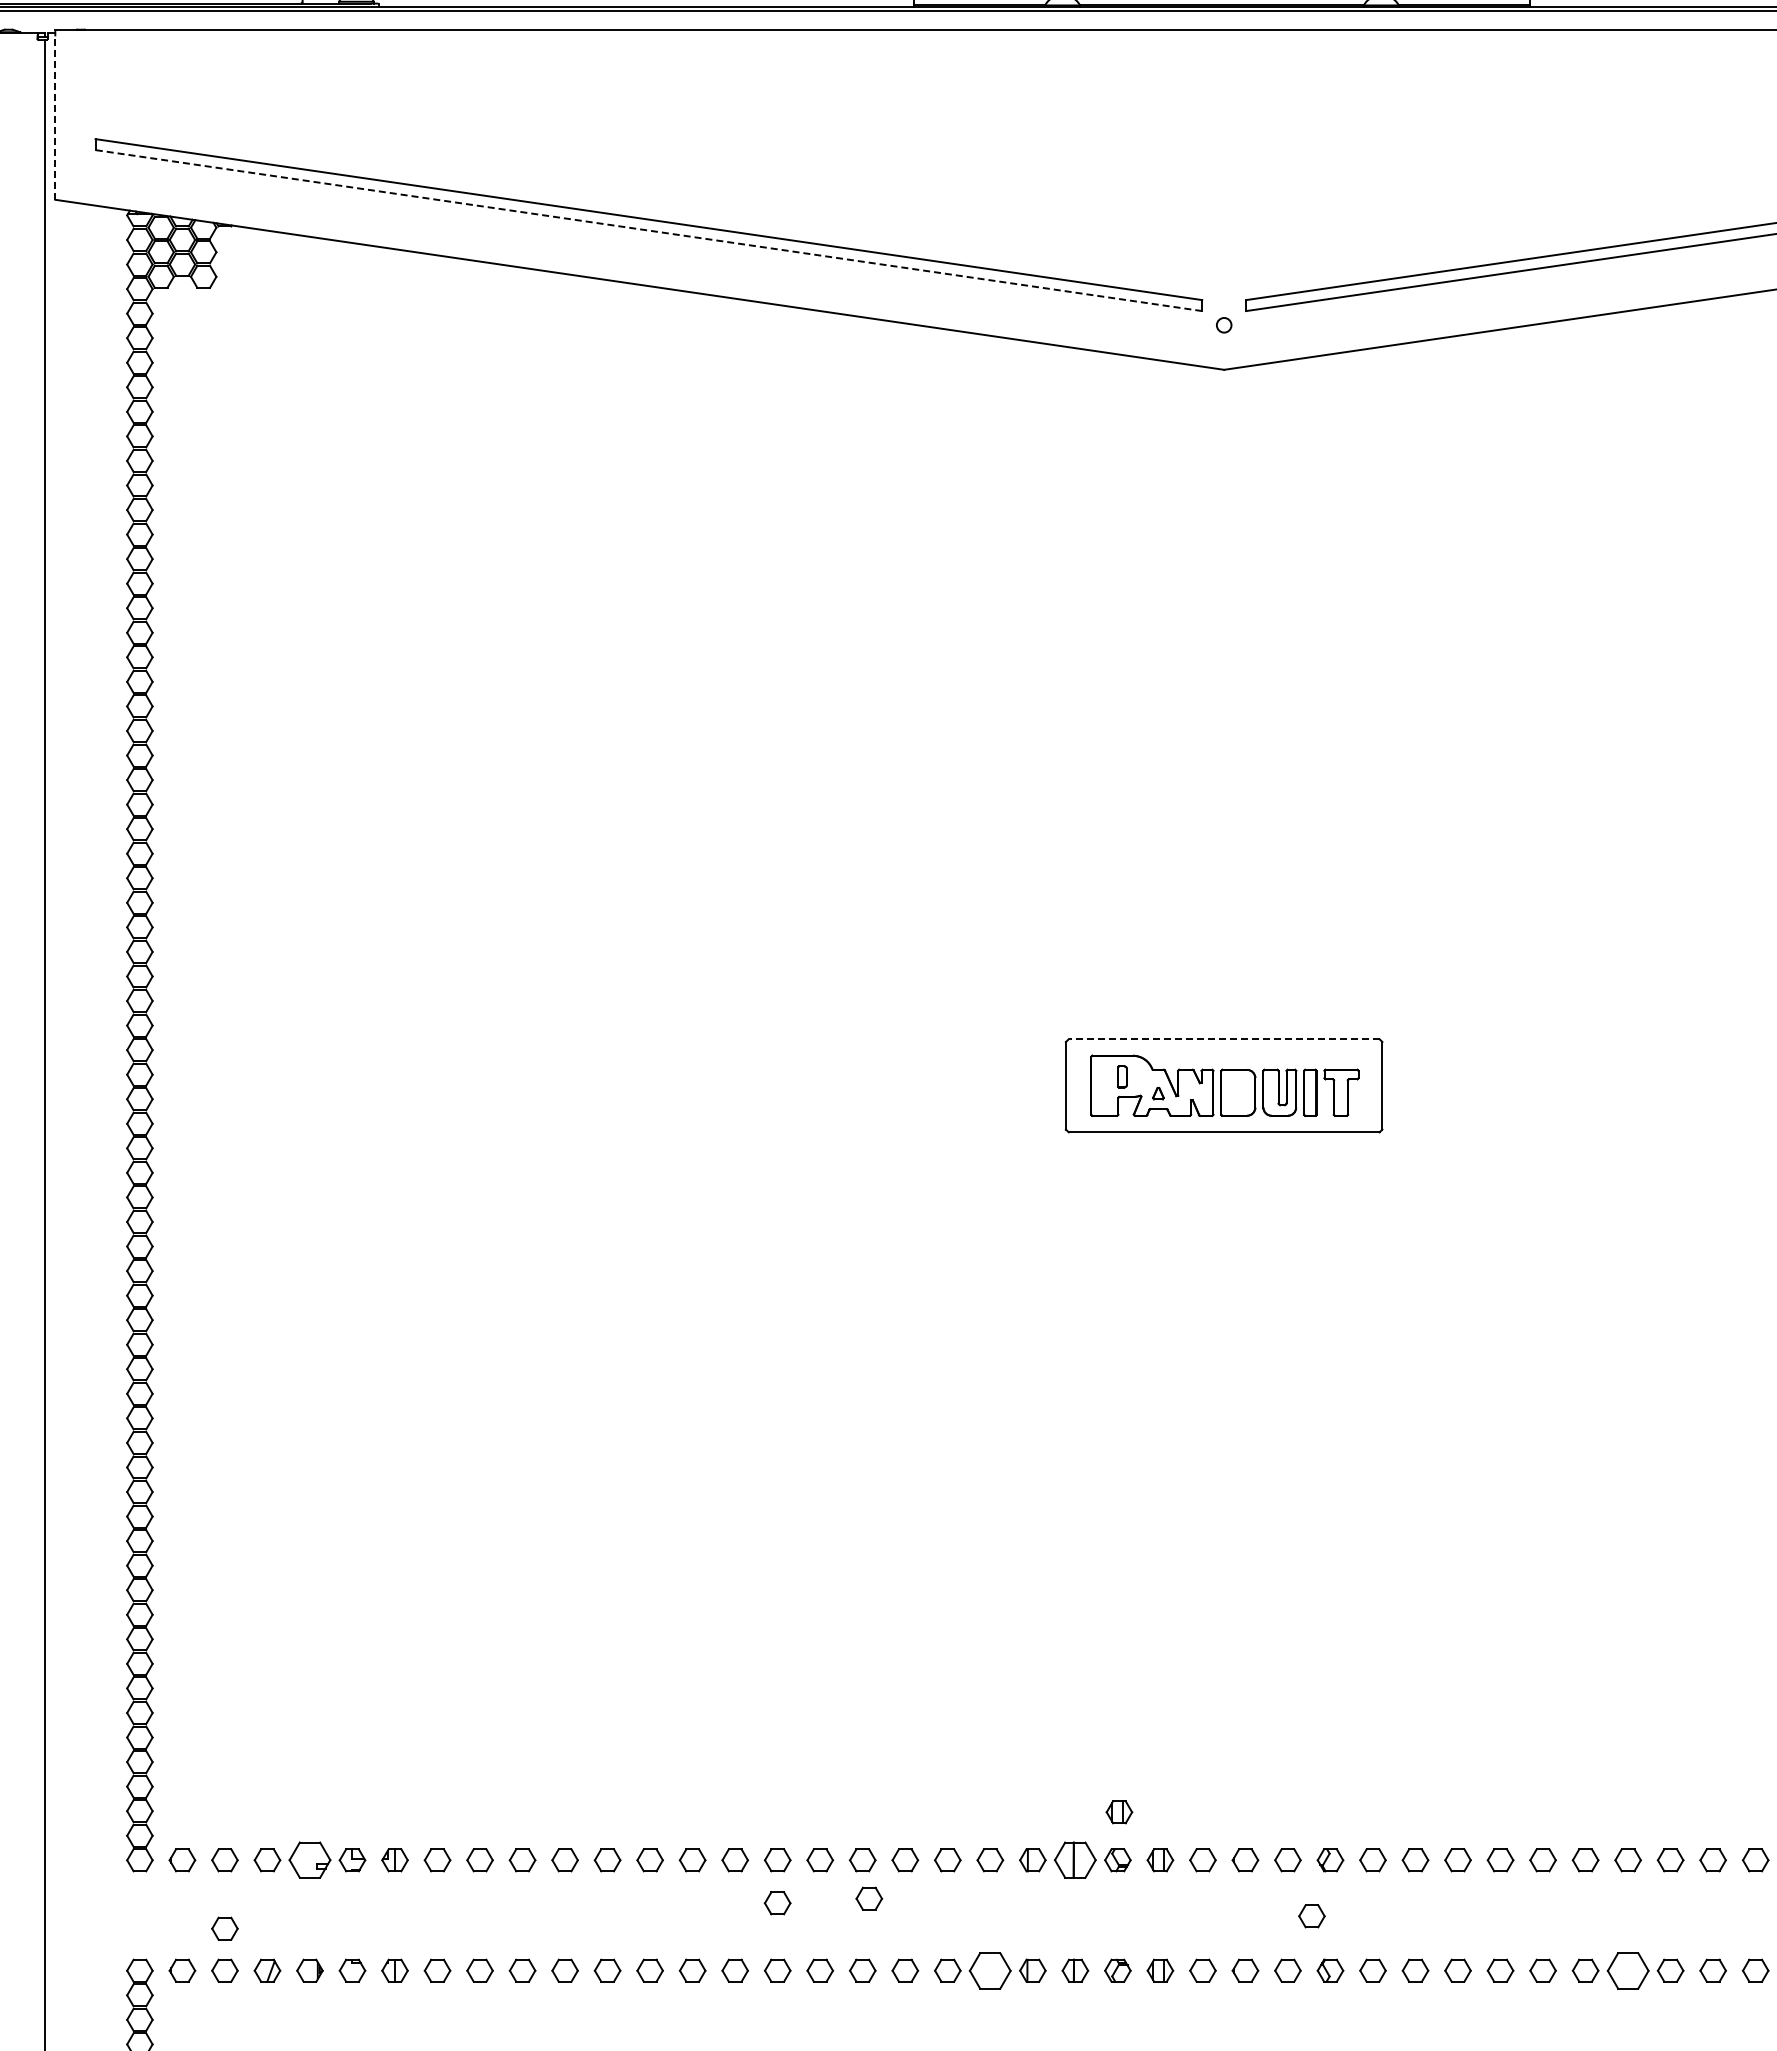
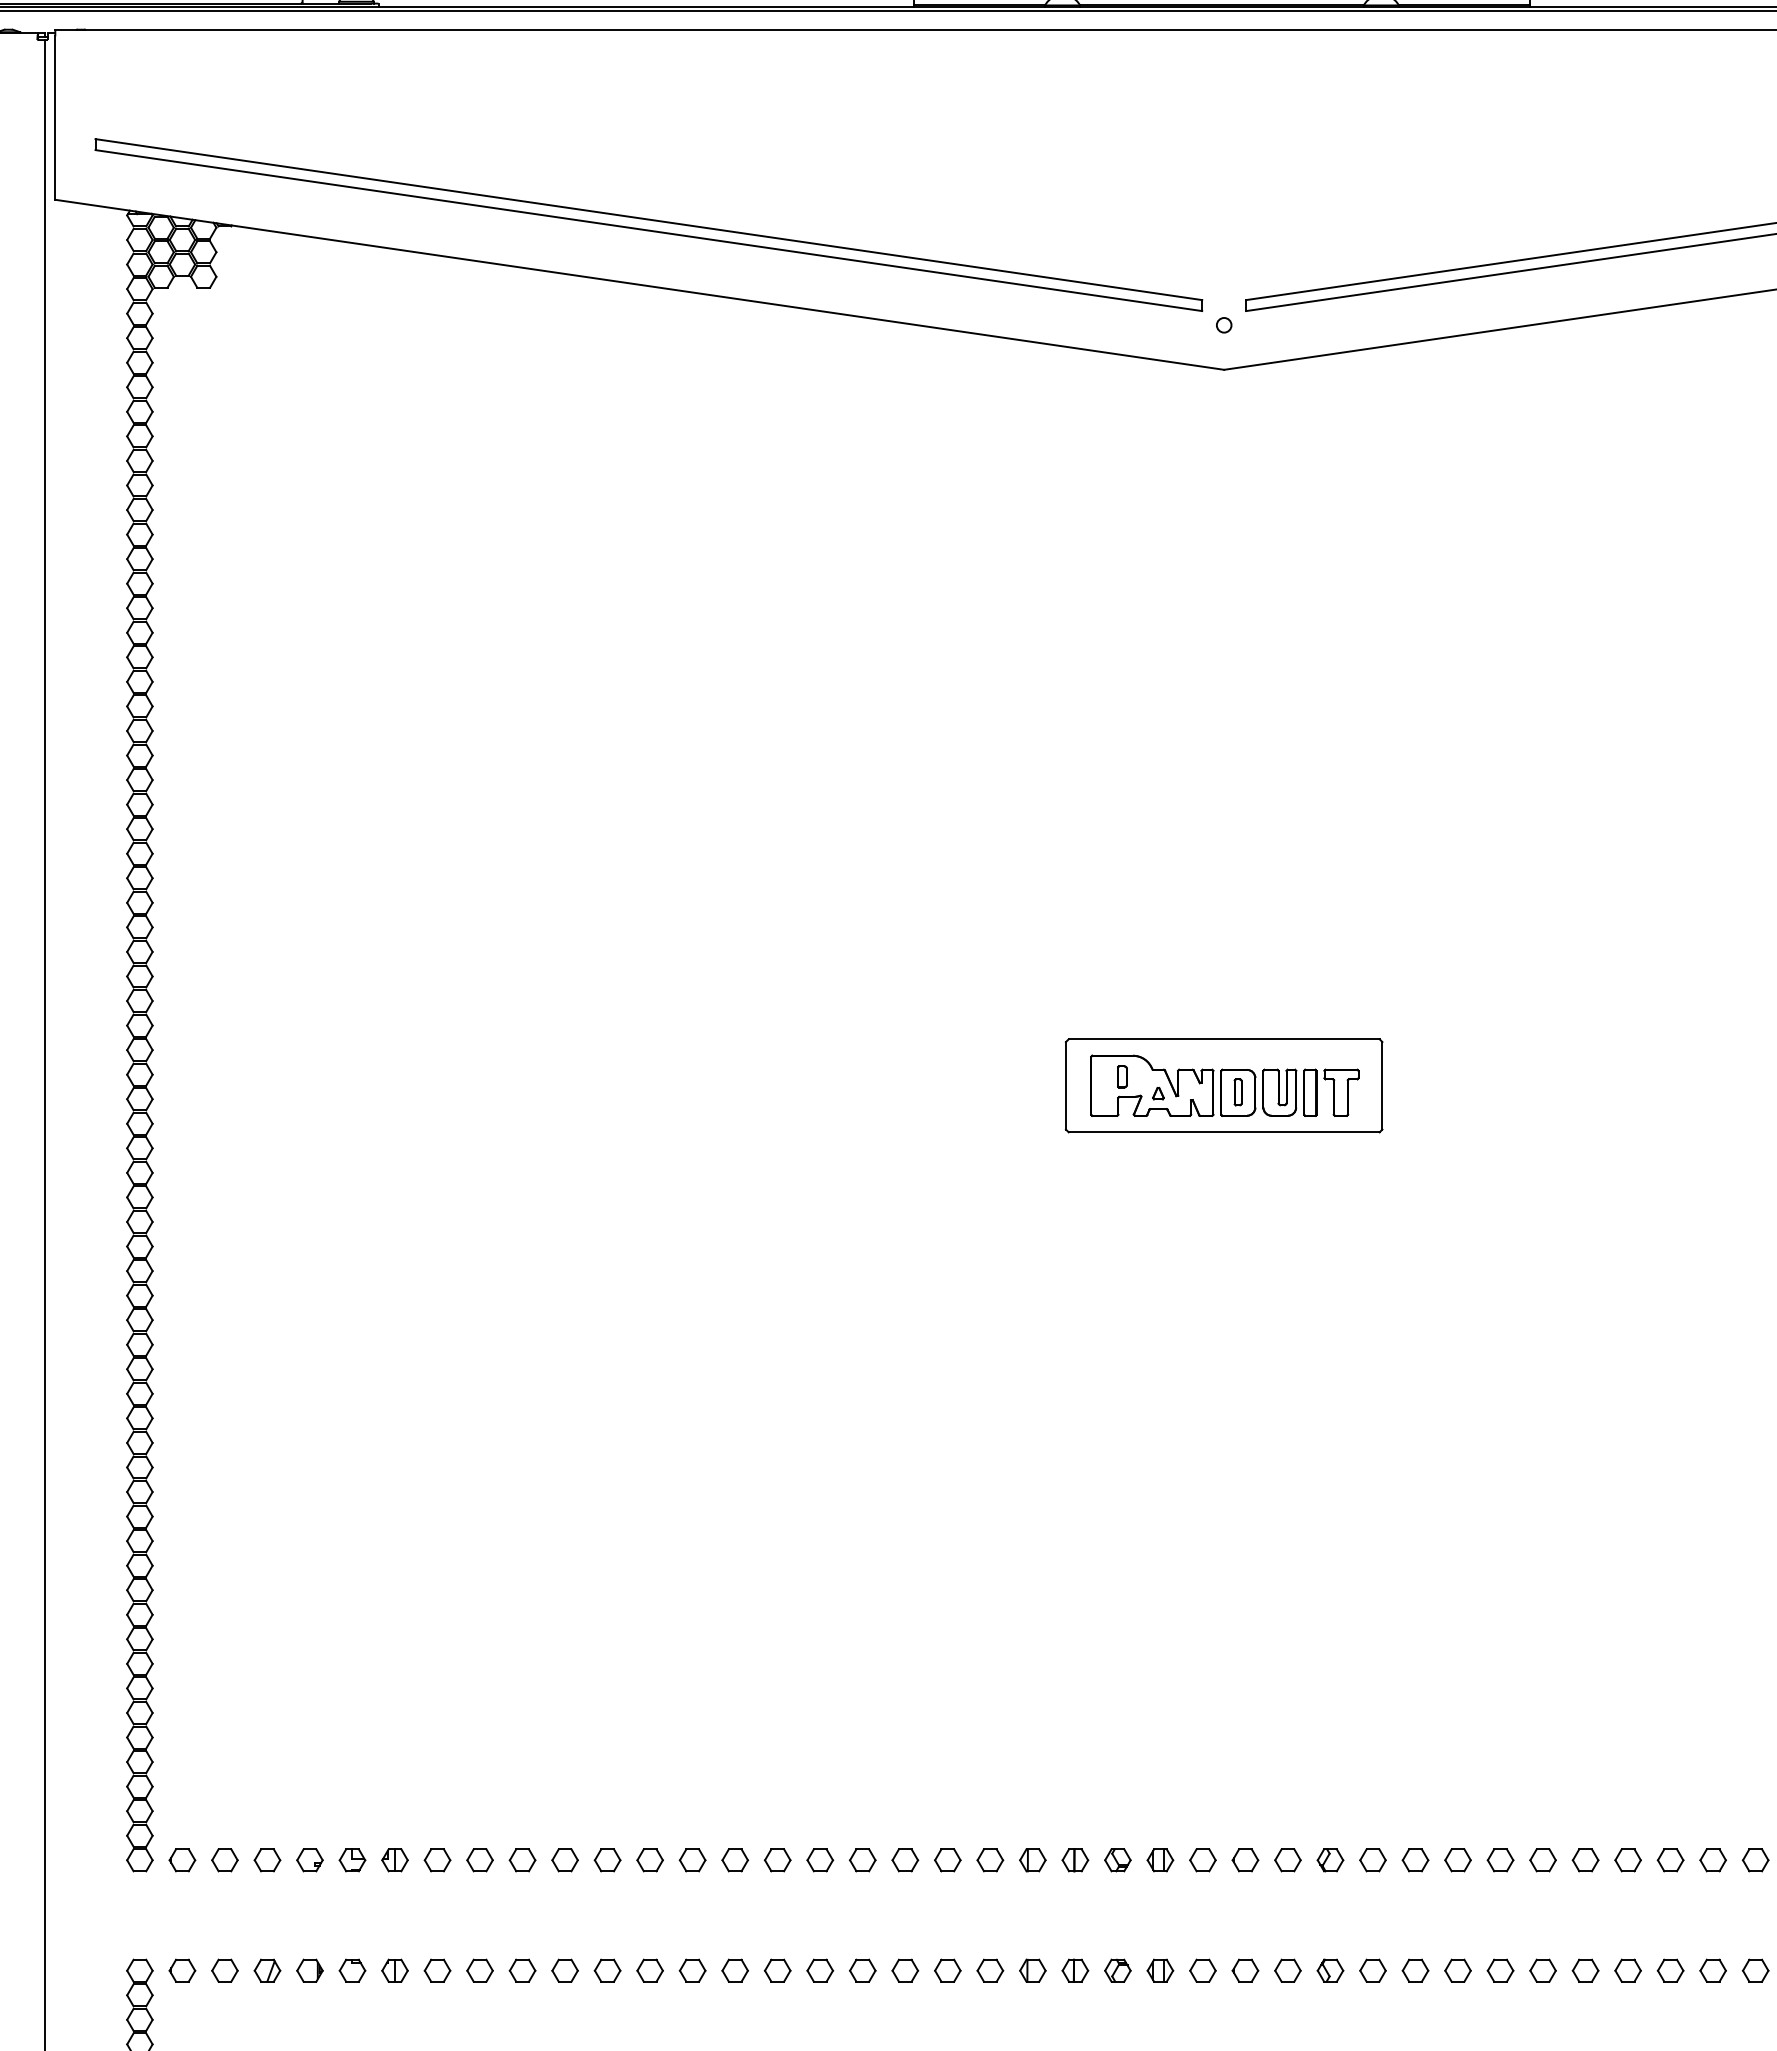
line at (55, 118): dashed -> solid
line at (648, 230): dashed -> solid
line at (1223, 1039): dashed -> solid
part at (1237, 1092): none -> present
part at (1119, 1812): present -> none
part at (309, 1859) size: 44x38 px -> 28x25 px
part at (1075, 1859) size: 43x38 px -> 29x25 px
part at (869, 1898): present -> none
part at (777, 1903): present -> none
part at (1311, 1916): present -> none
part at (224, 1928): present -> none
part at (989, 1970) size: 44x38 px -> 29x25 px
part at (1627, 1970) size: 44x38 px -> 28x25 px
